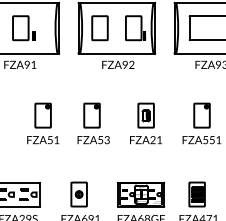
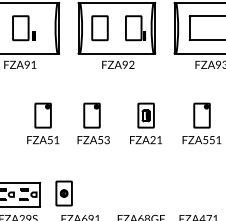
part at (78, 194) position: (78, 194) -> (63, 193)
part at (140, 194): present -> none
part at (196, 194): present -> none
